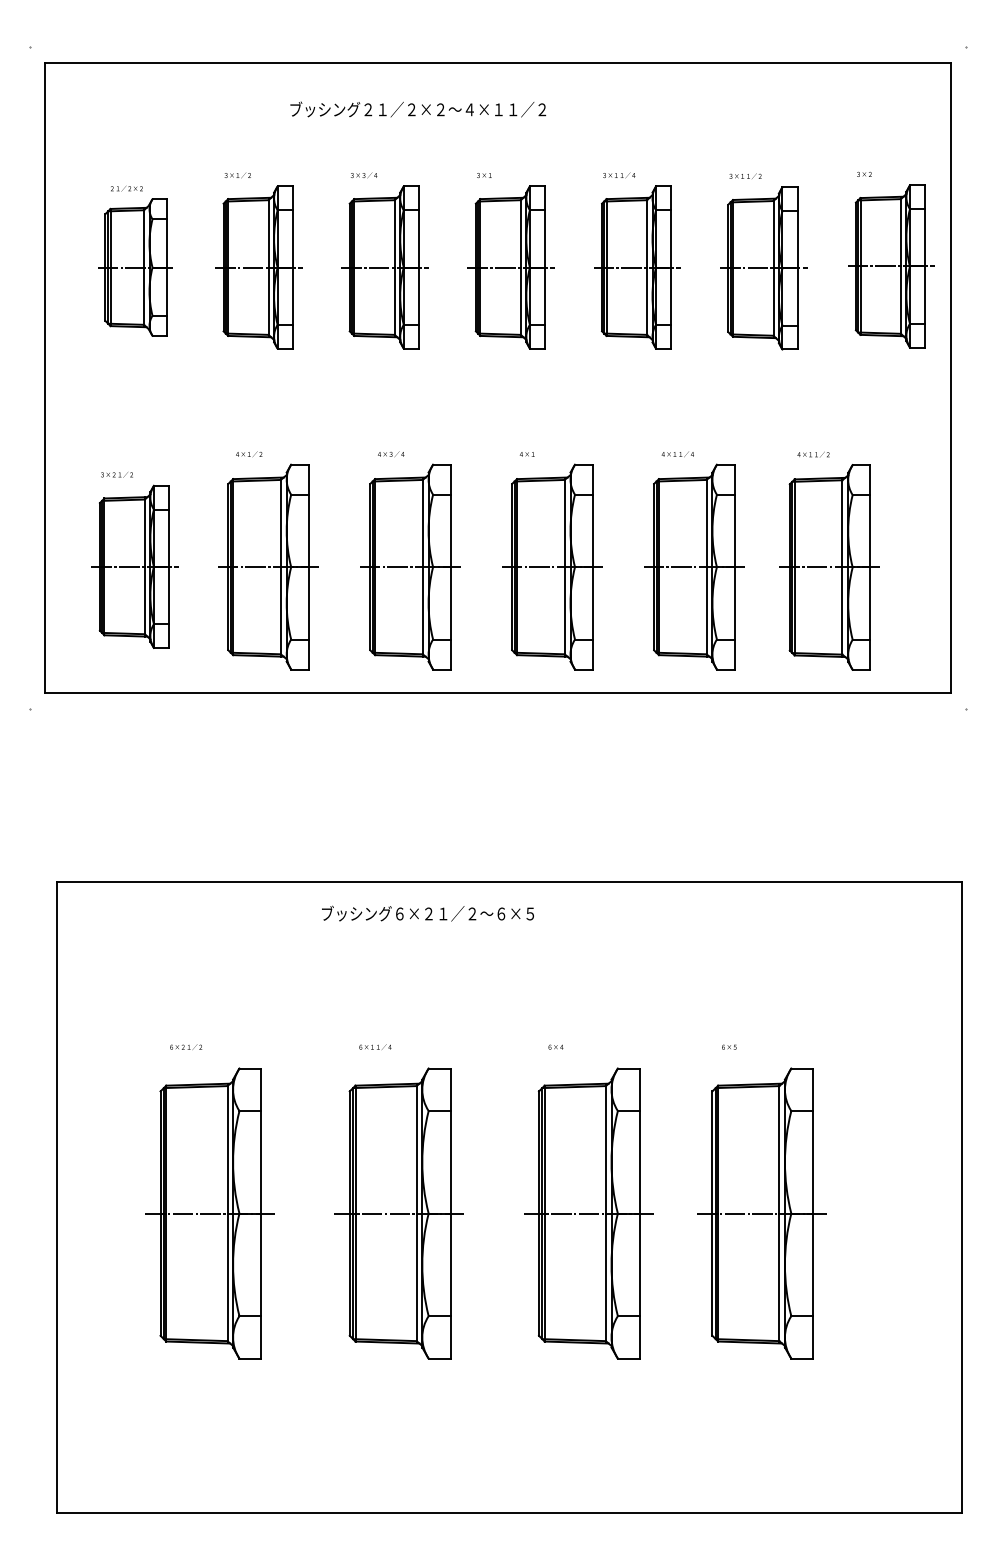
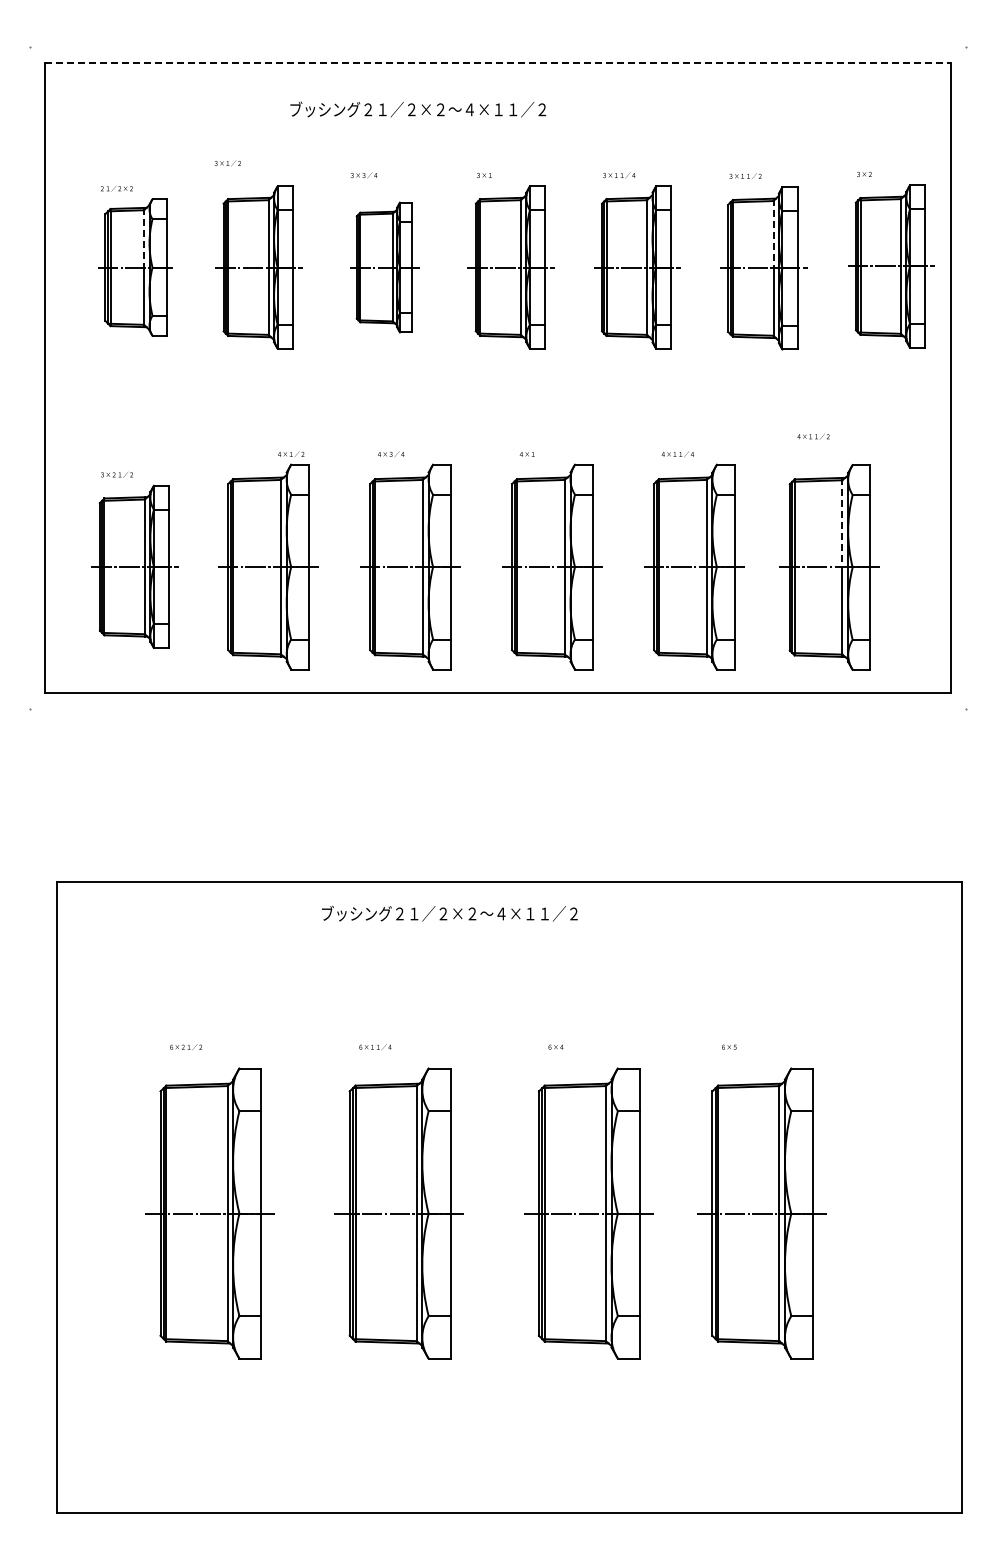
line at (498, 62): solid -> dashed
text at (237, 175) position: (237, 175) -> (227, 163)
text at (126, 188) position: (126, 188) -> (116, 188)
line at (773, 233): solid -> dashed
line at (144, 237): solid -> dashed
part at (384, 267) size: 88x165 px -> 70x133 px
text at (249, 454) position: (249, 454) -> (291, 454)
text at (813, 454) position: (813, 454) -> (813, 436)
line at (842, 522): solid -> dashed
text at (486, 913): ブッシング６×２１／２～６×５ -> ブッシング２１／２×２～４×１１／２
